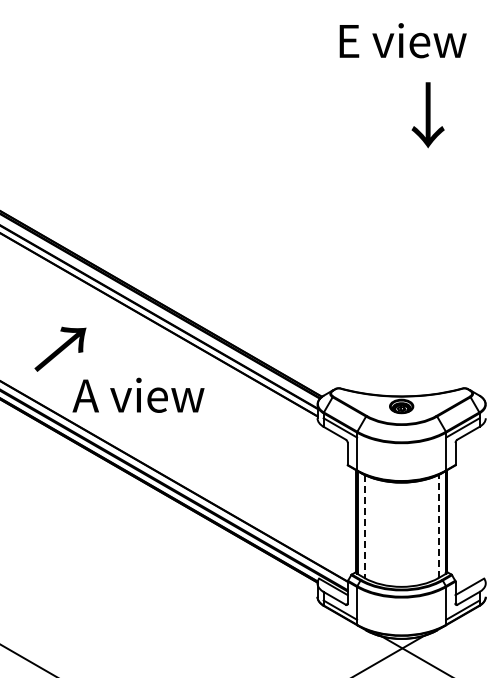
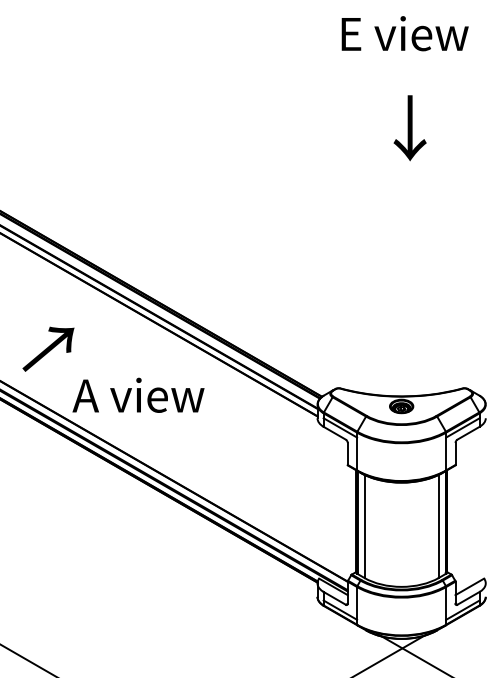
text at (402, 40) position: (402, 40) -> (404, 33)
text at (427, 115) position: (427, 115) -> (409, 128)
text at (60, 348) position: (60, 348) -> (48, 348)
line at (364, 526): dashed -> solid
line at (438, 526): dashed -> solid
